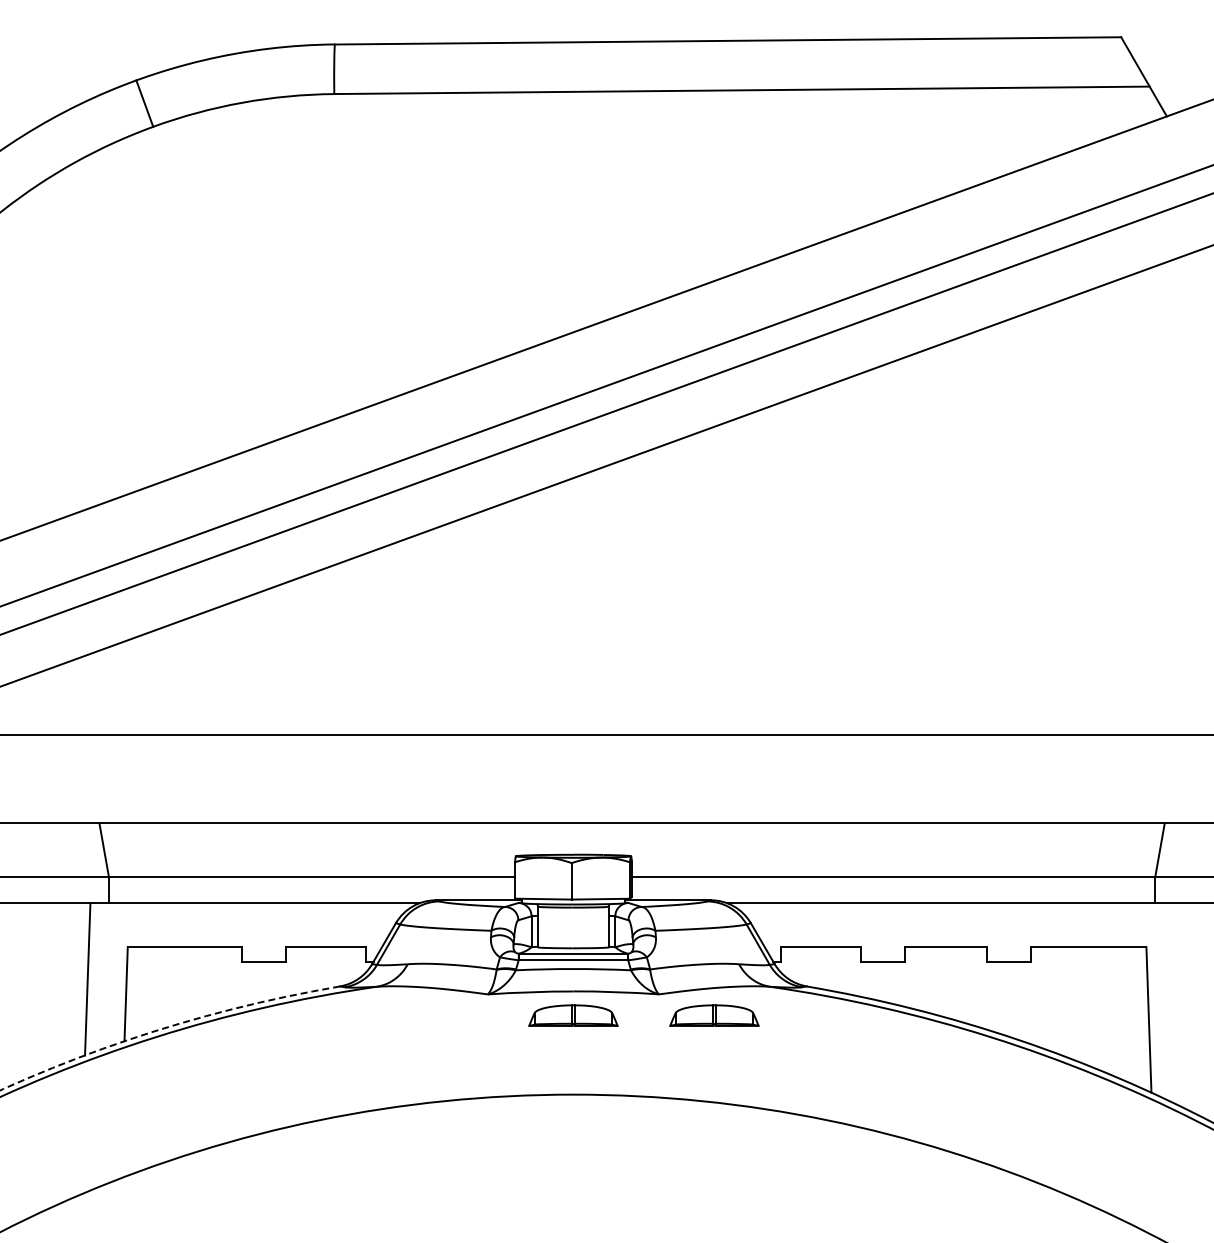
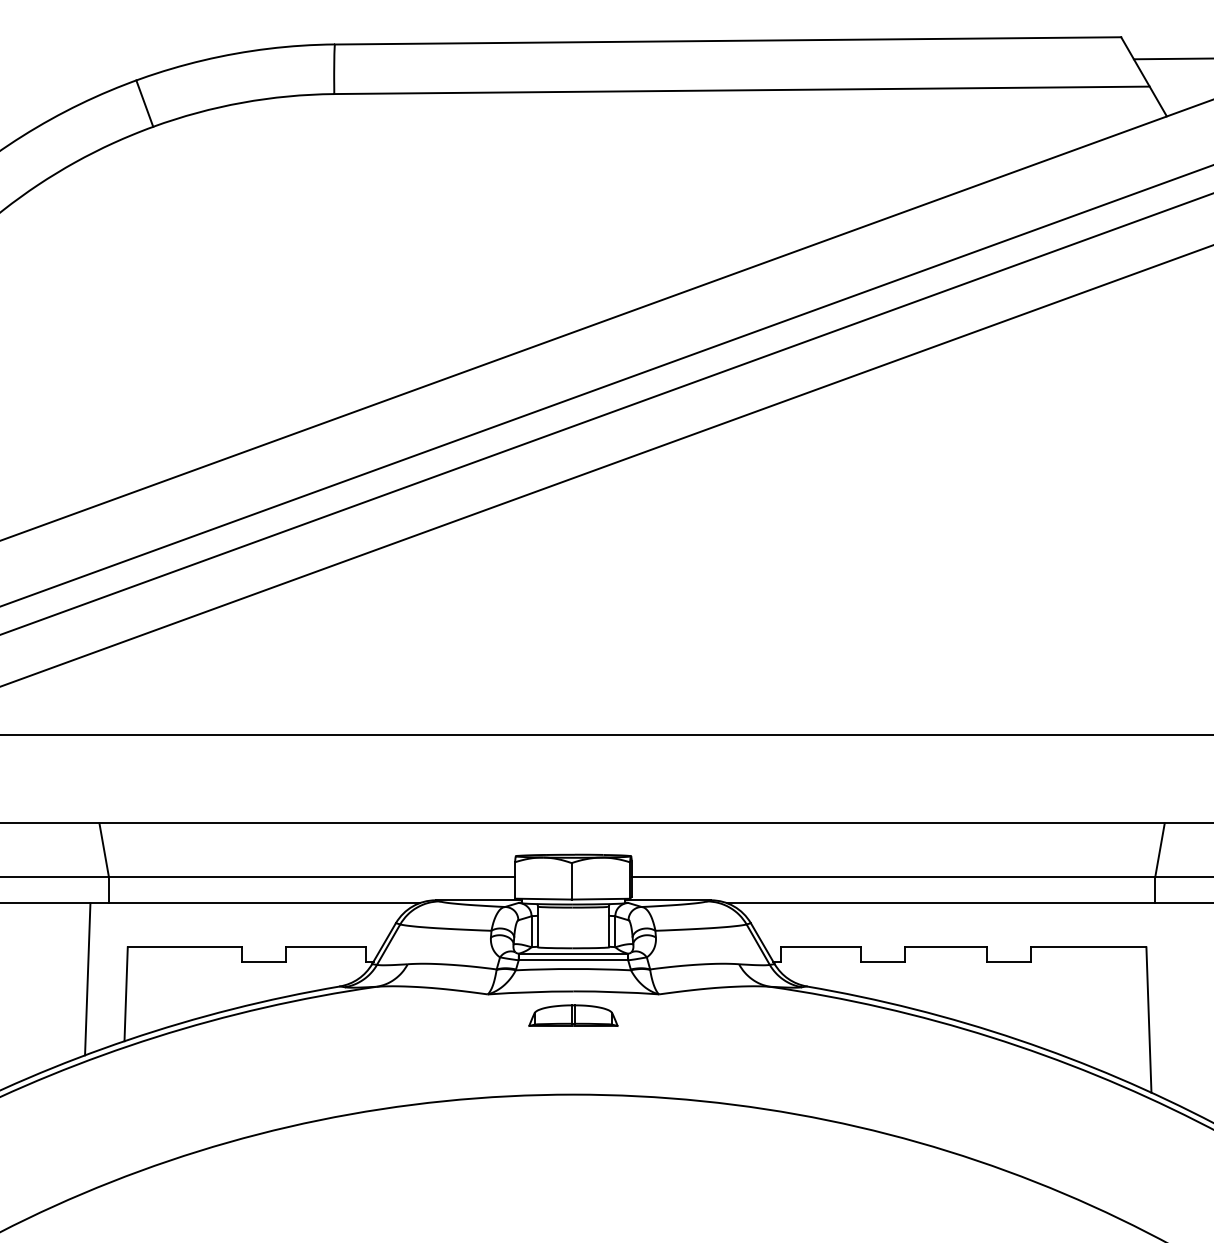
line at (1171, 58): none -> present
part at (714, 1015): present -> none
arc at (167, 1027): dashed -> solid
